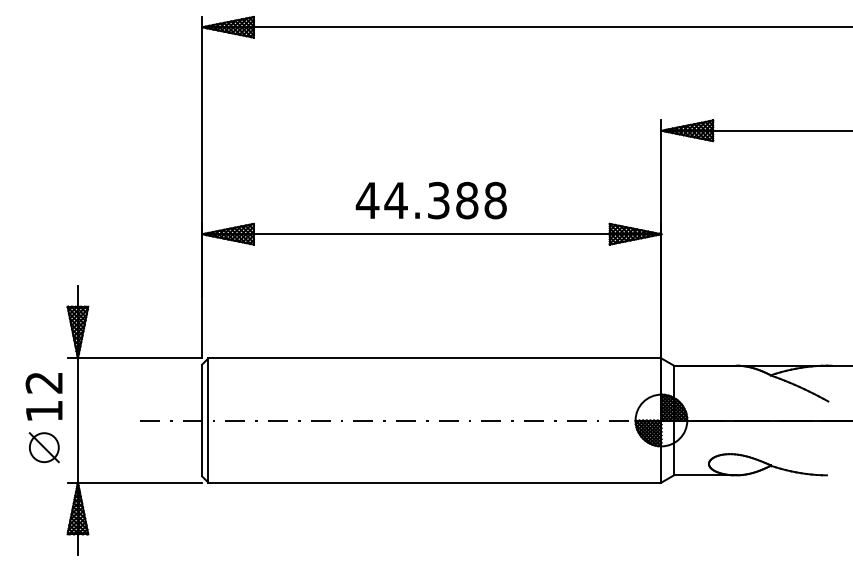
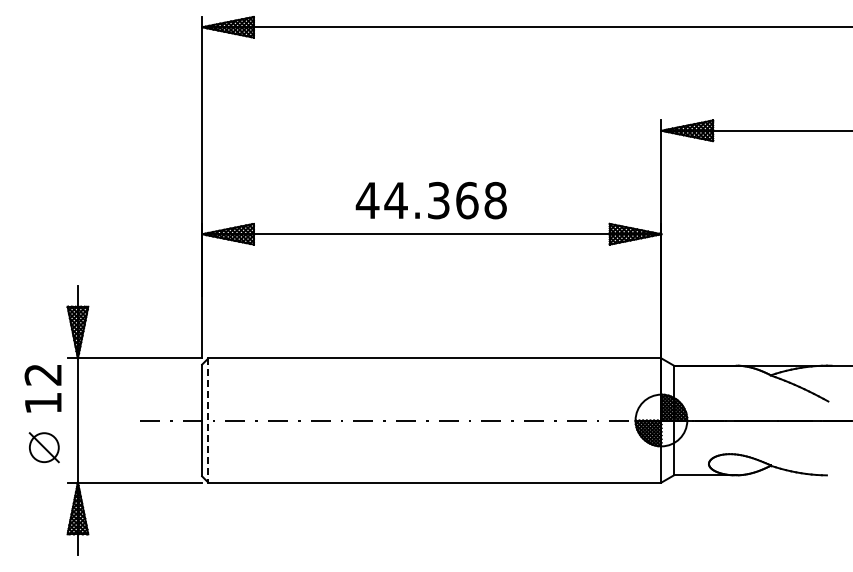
text at (467, 200): 44.388 -> 44.368
text at (43, 396) position: (43, 396) -> (42, 388)
line at (208, 421): solid -> dashed
